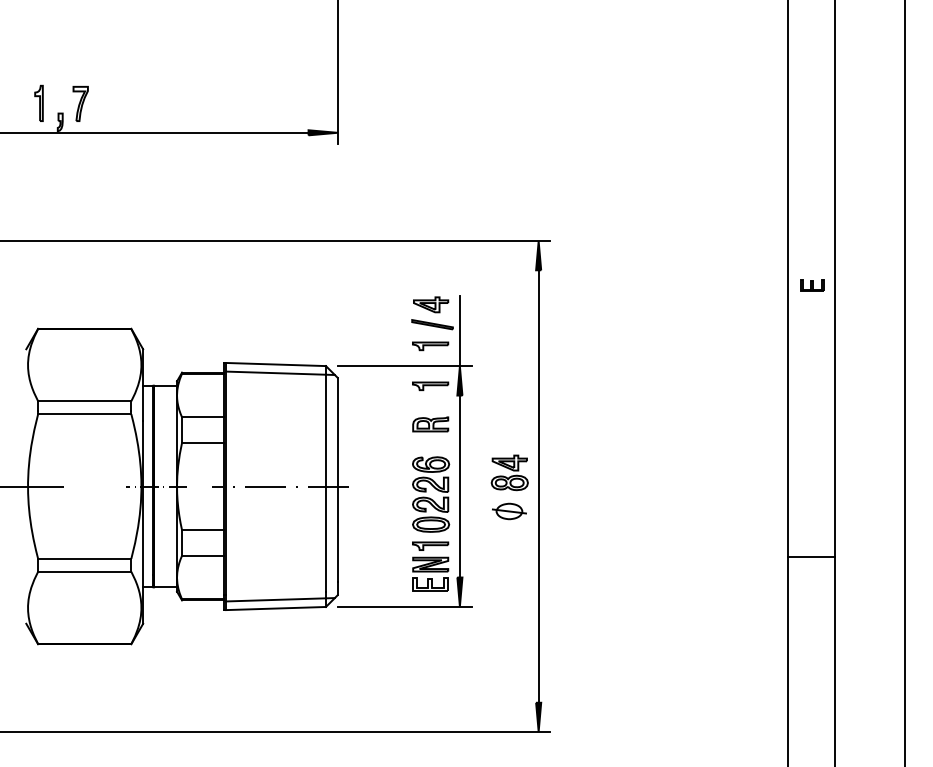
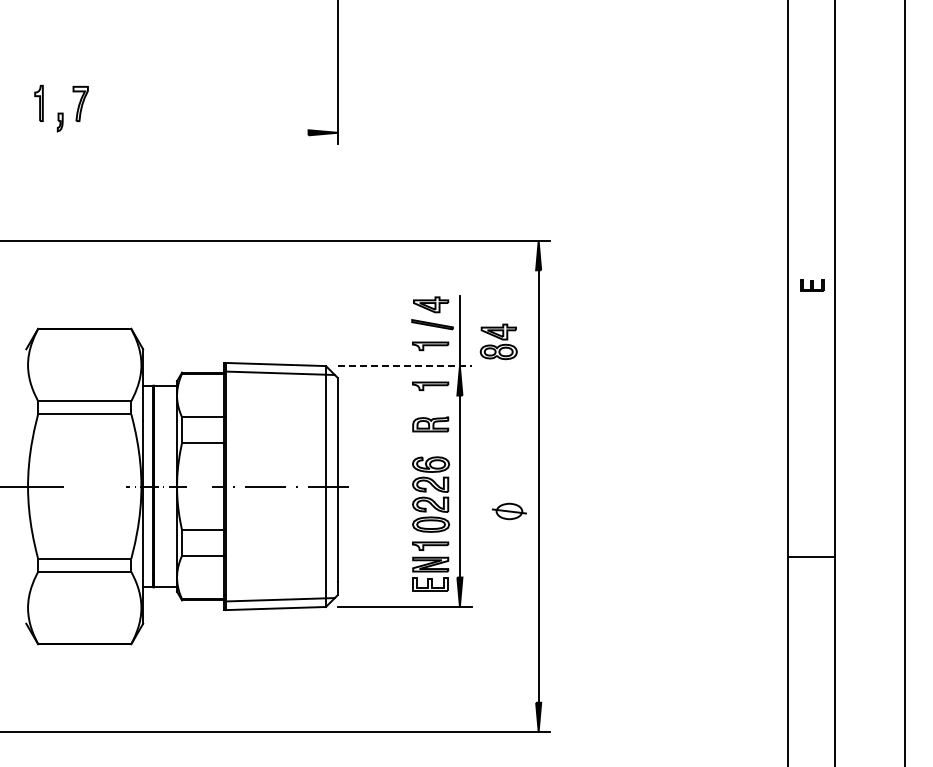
line at (155, 132): present -> none
line at (404, 366): solid -> dashed
part at (509, 472) position: (509, 472) -> (498, 341)
